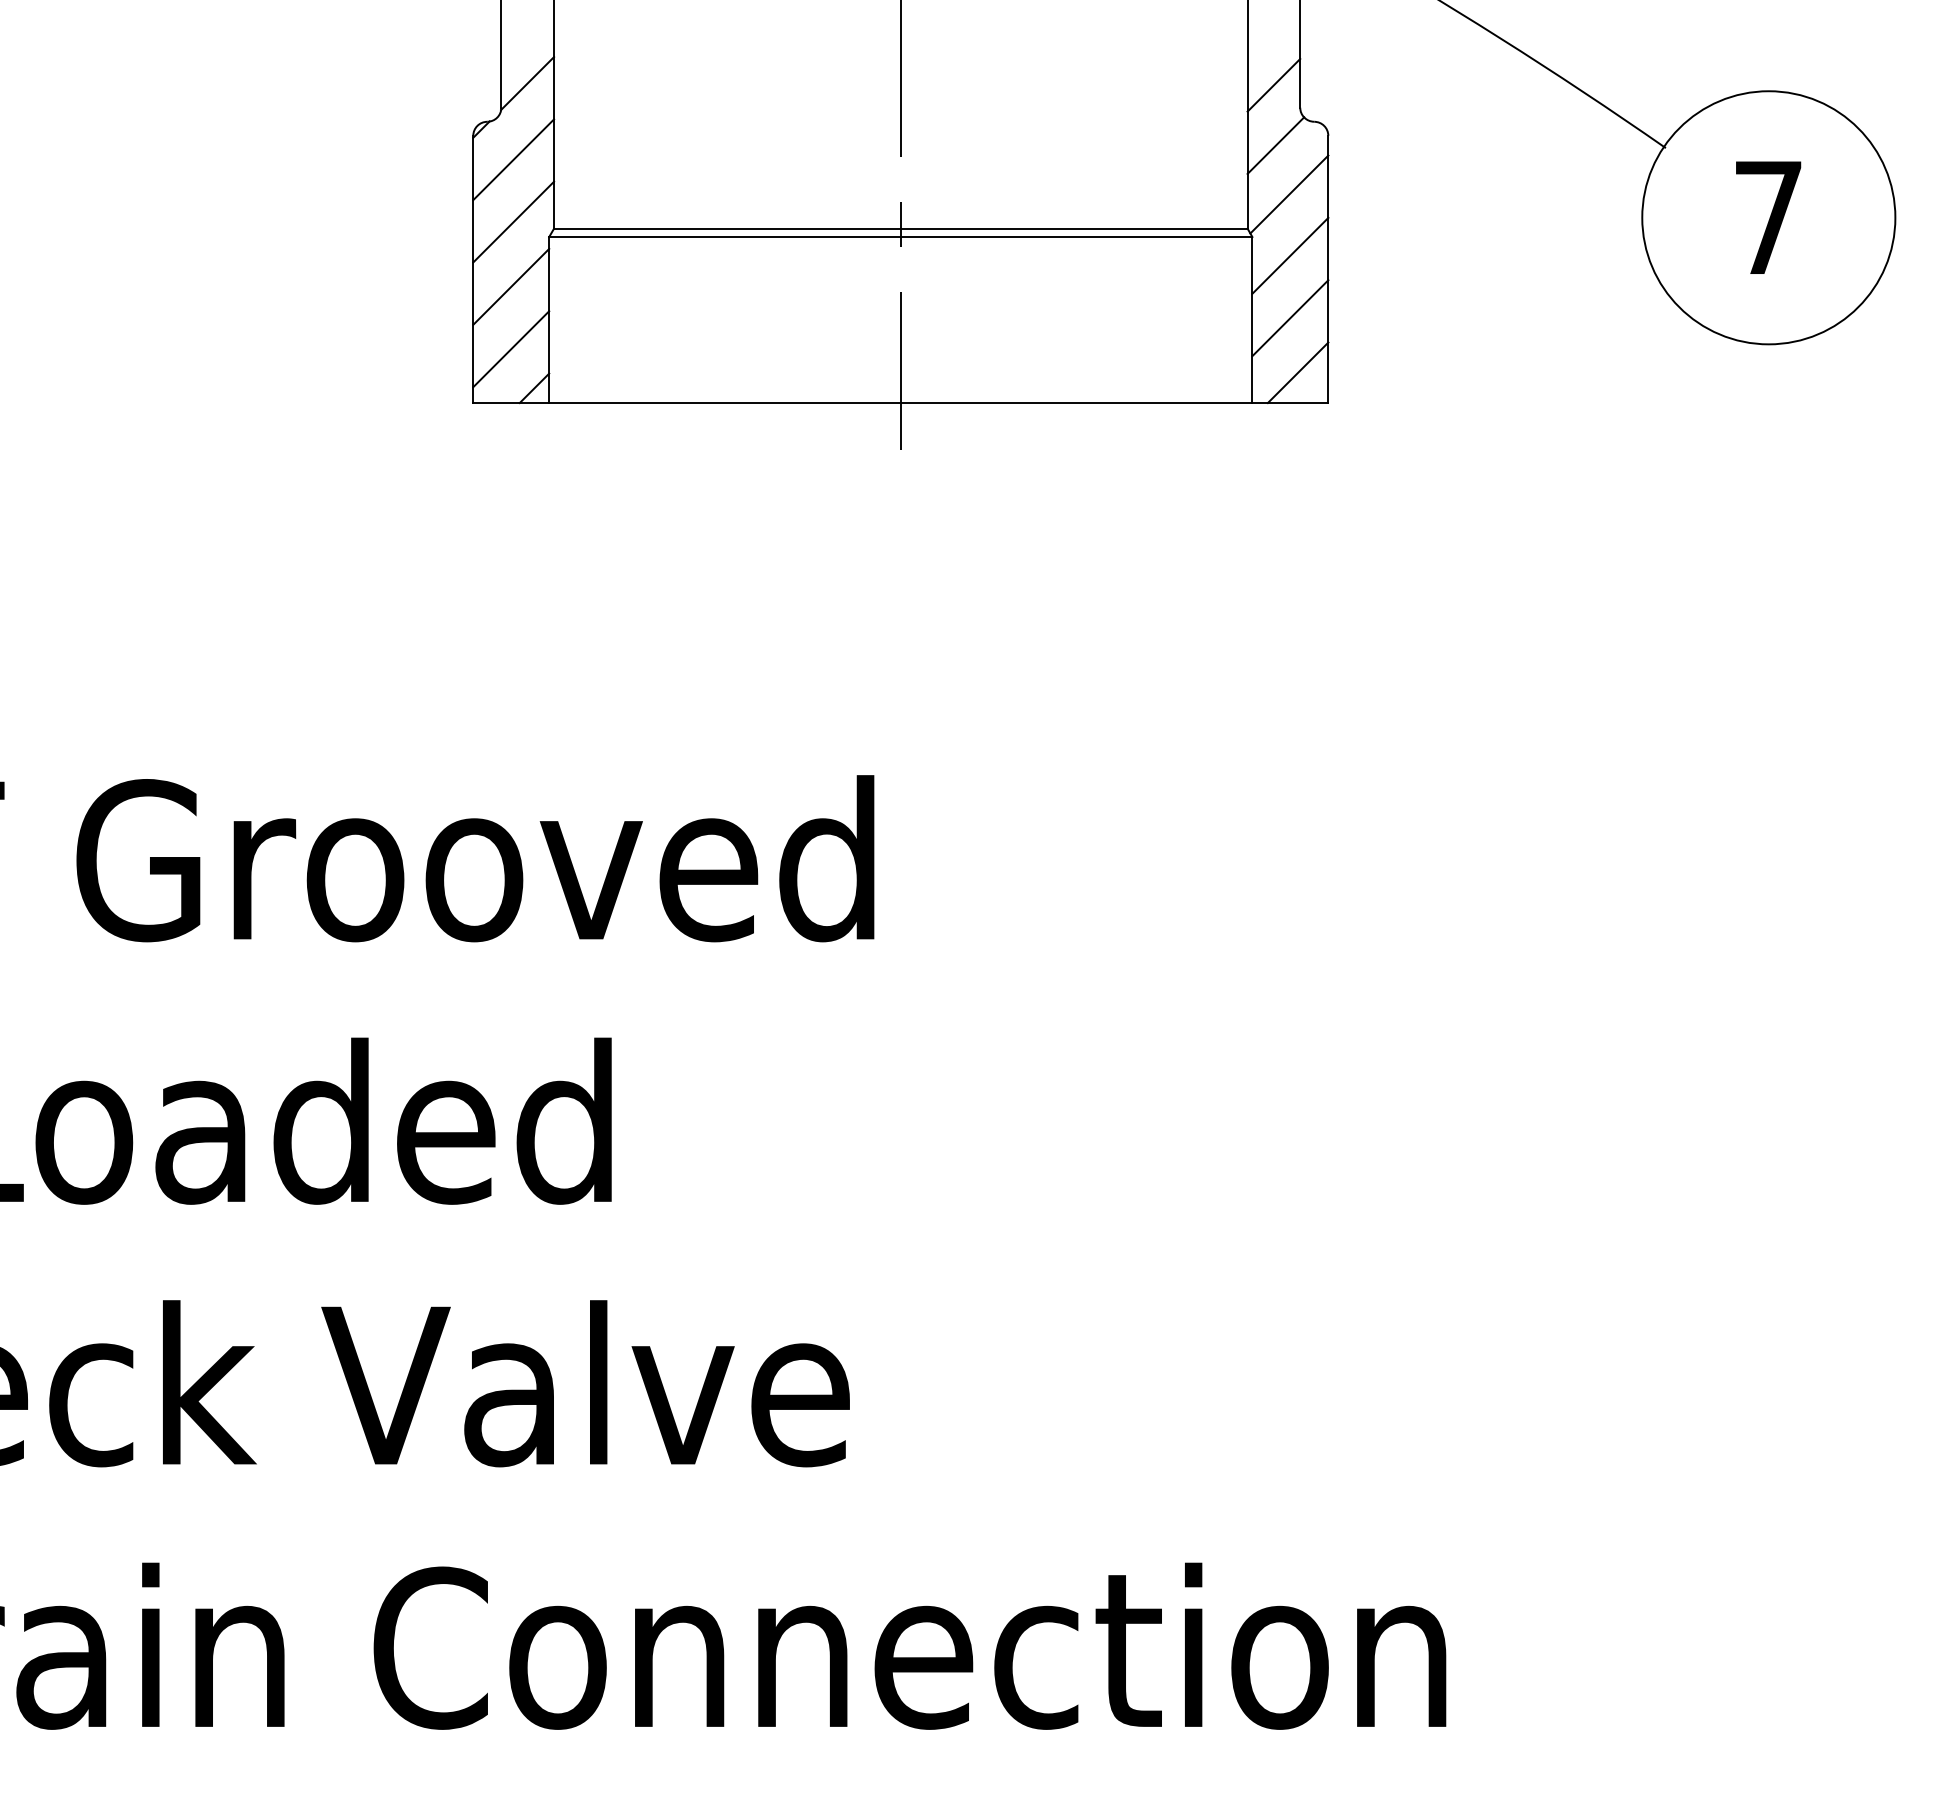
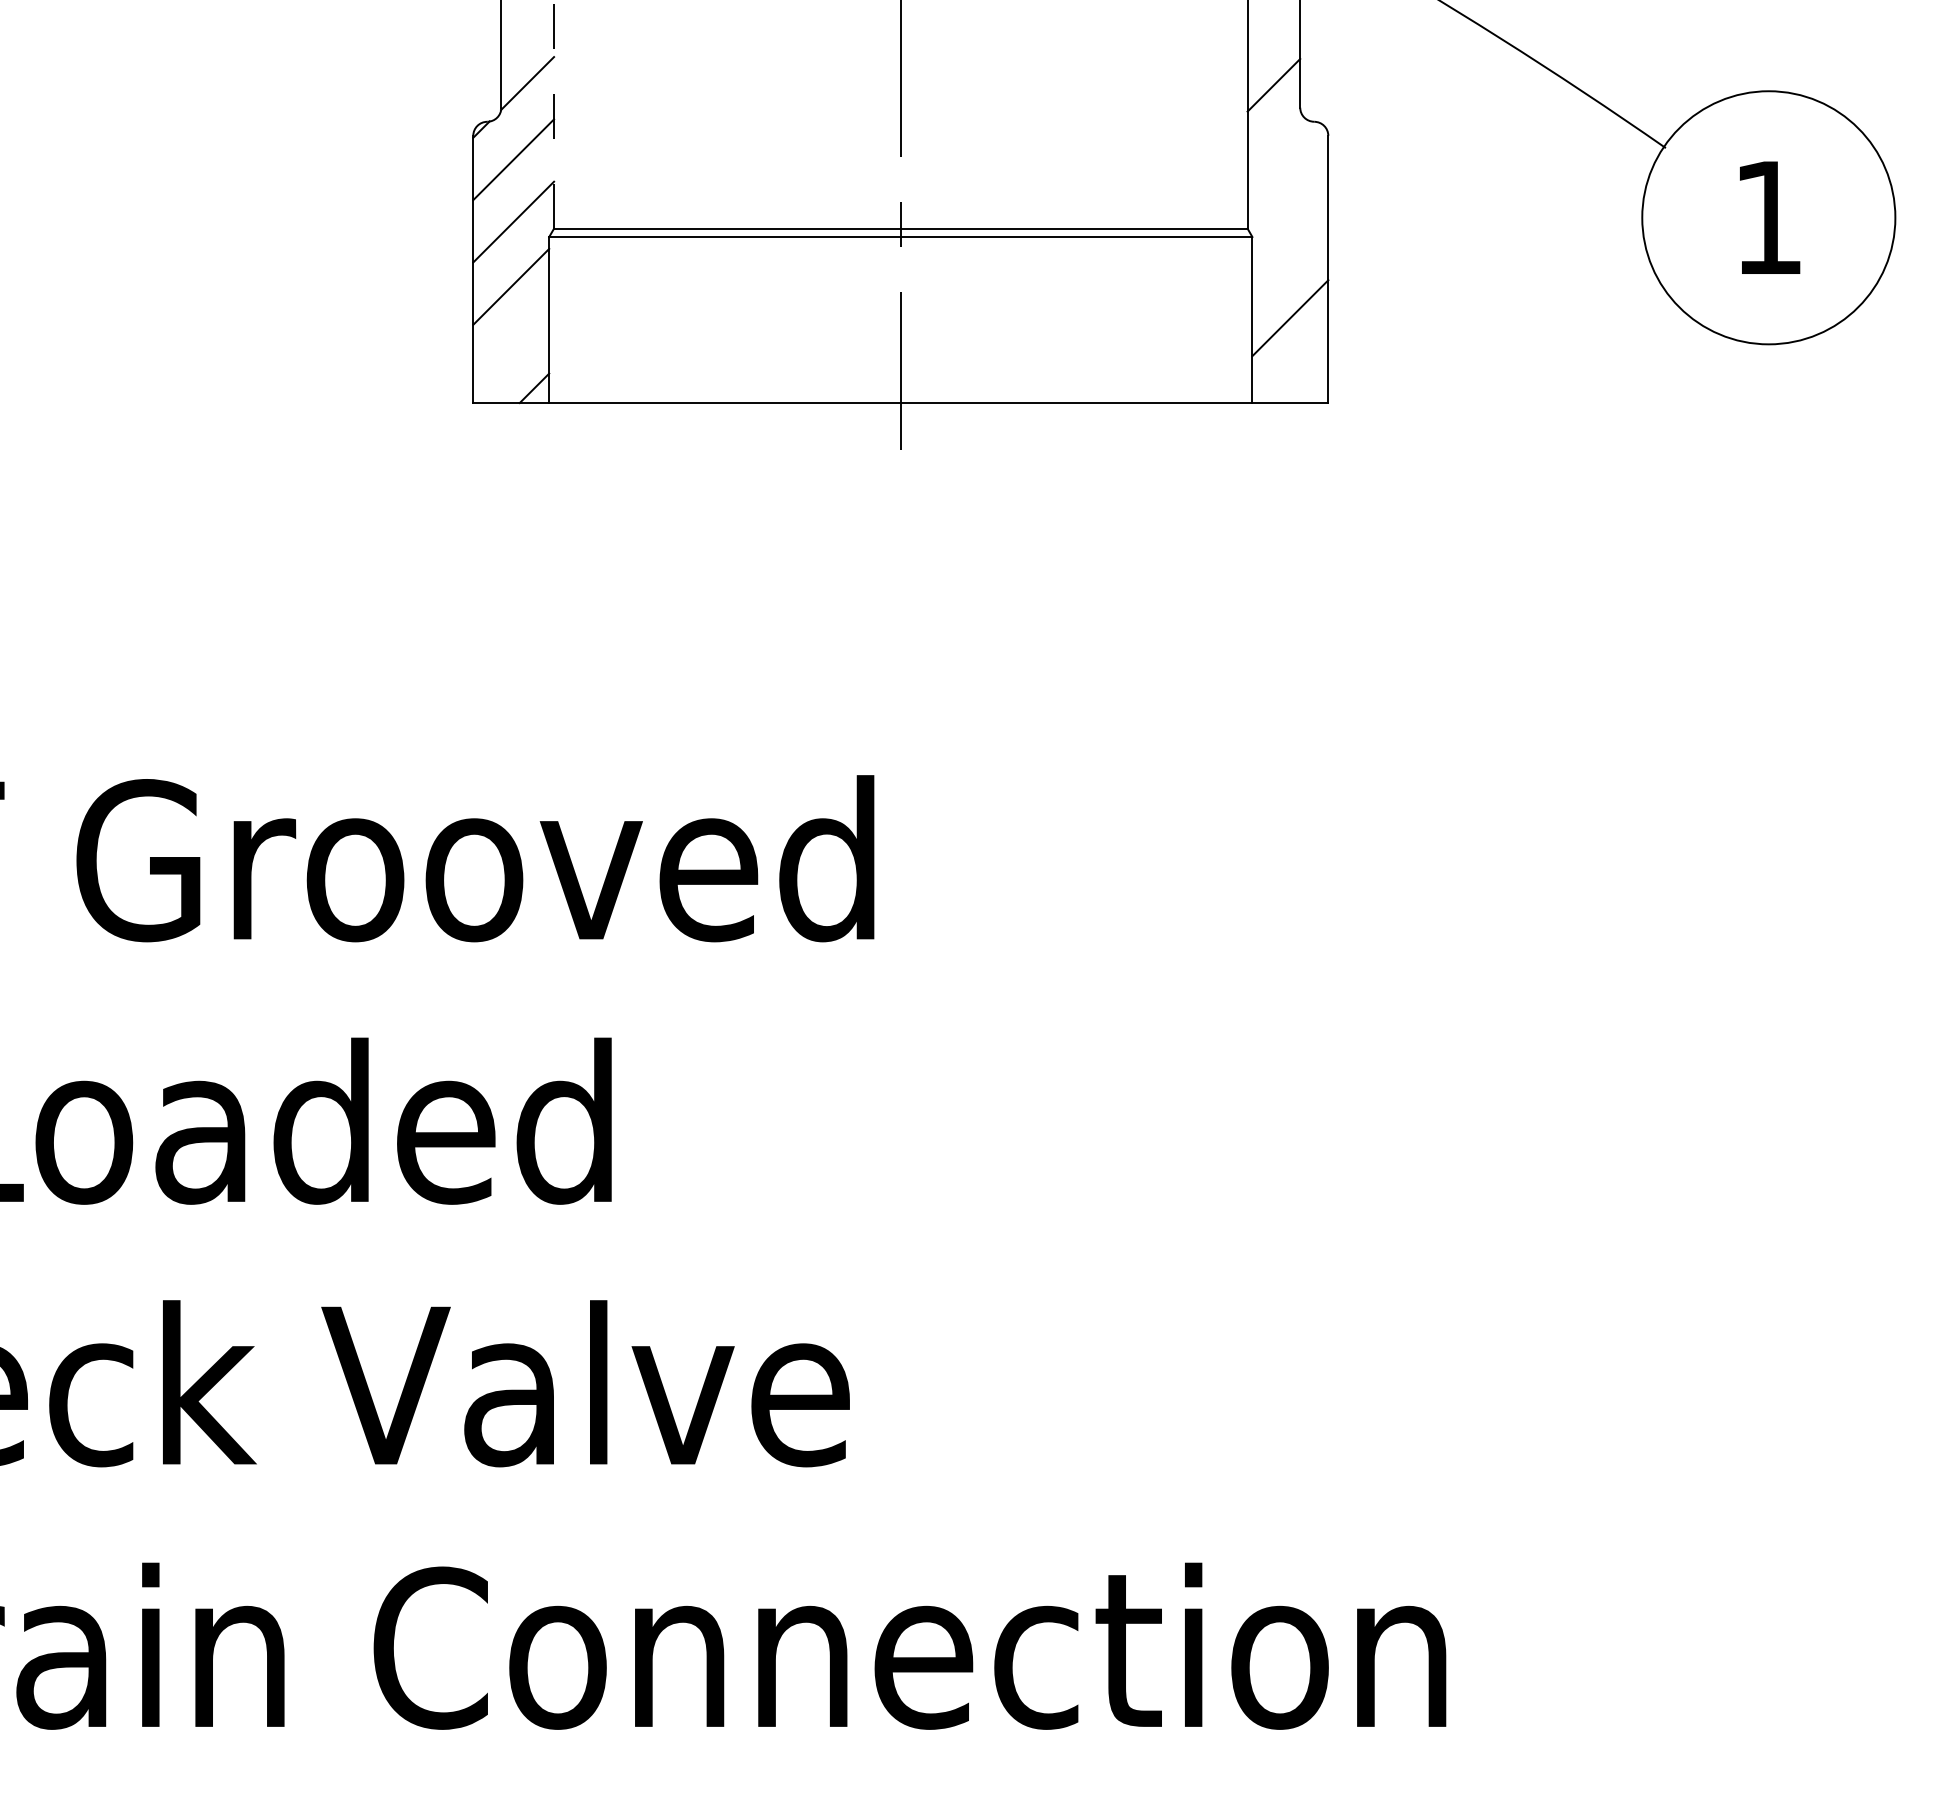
line at (554, 114): solid -> dashed
line at (1275, 145): present -> none
line at (1289, 194): present -> none
text at (1768, 217): 7 -> 1
line at (1290, 255): present -> none
line at (511, 349): present -> none
line at (1297, 372): present -> none
